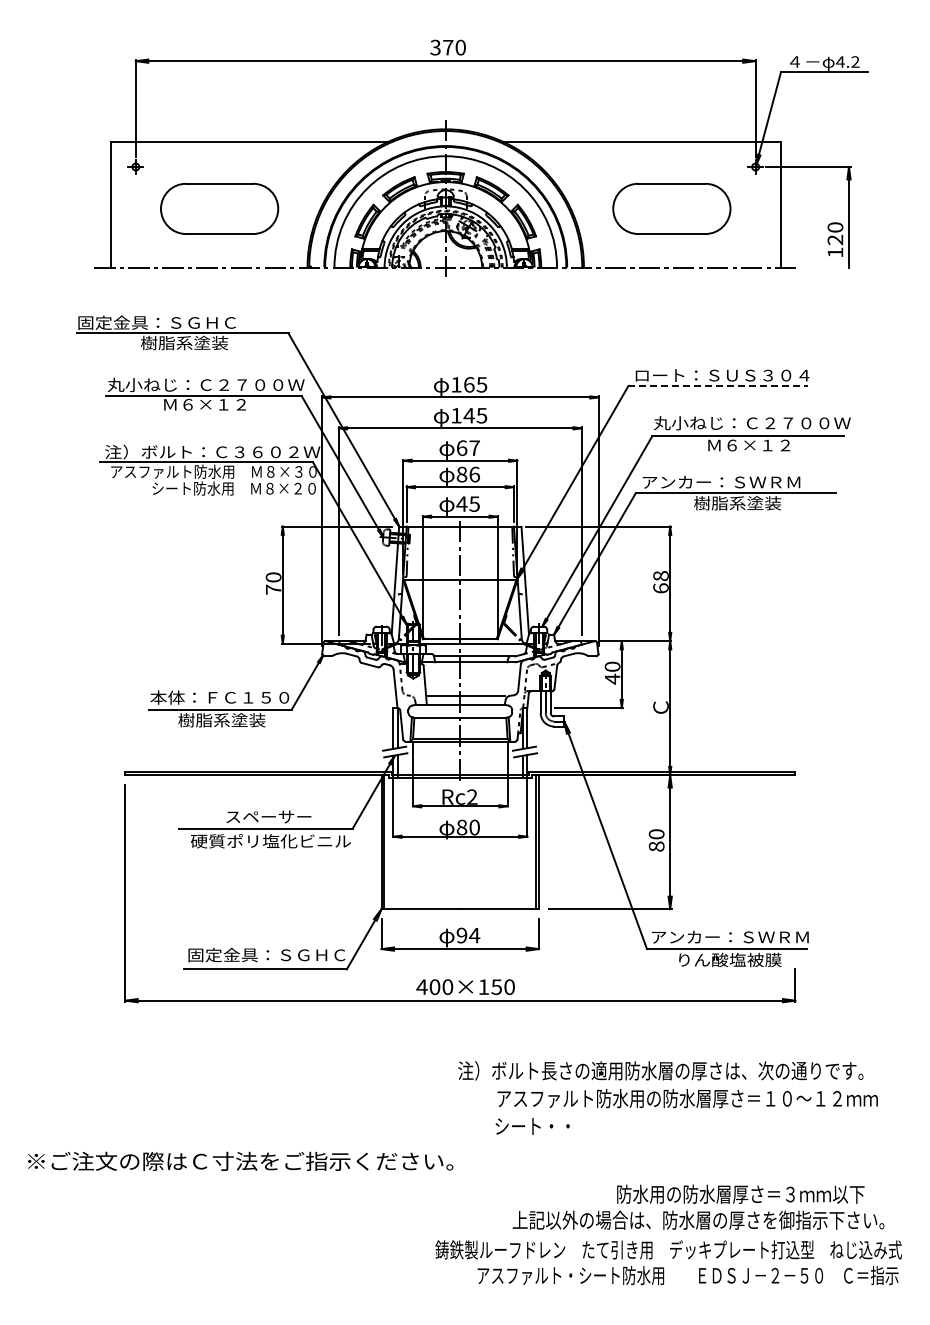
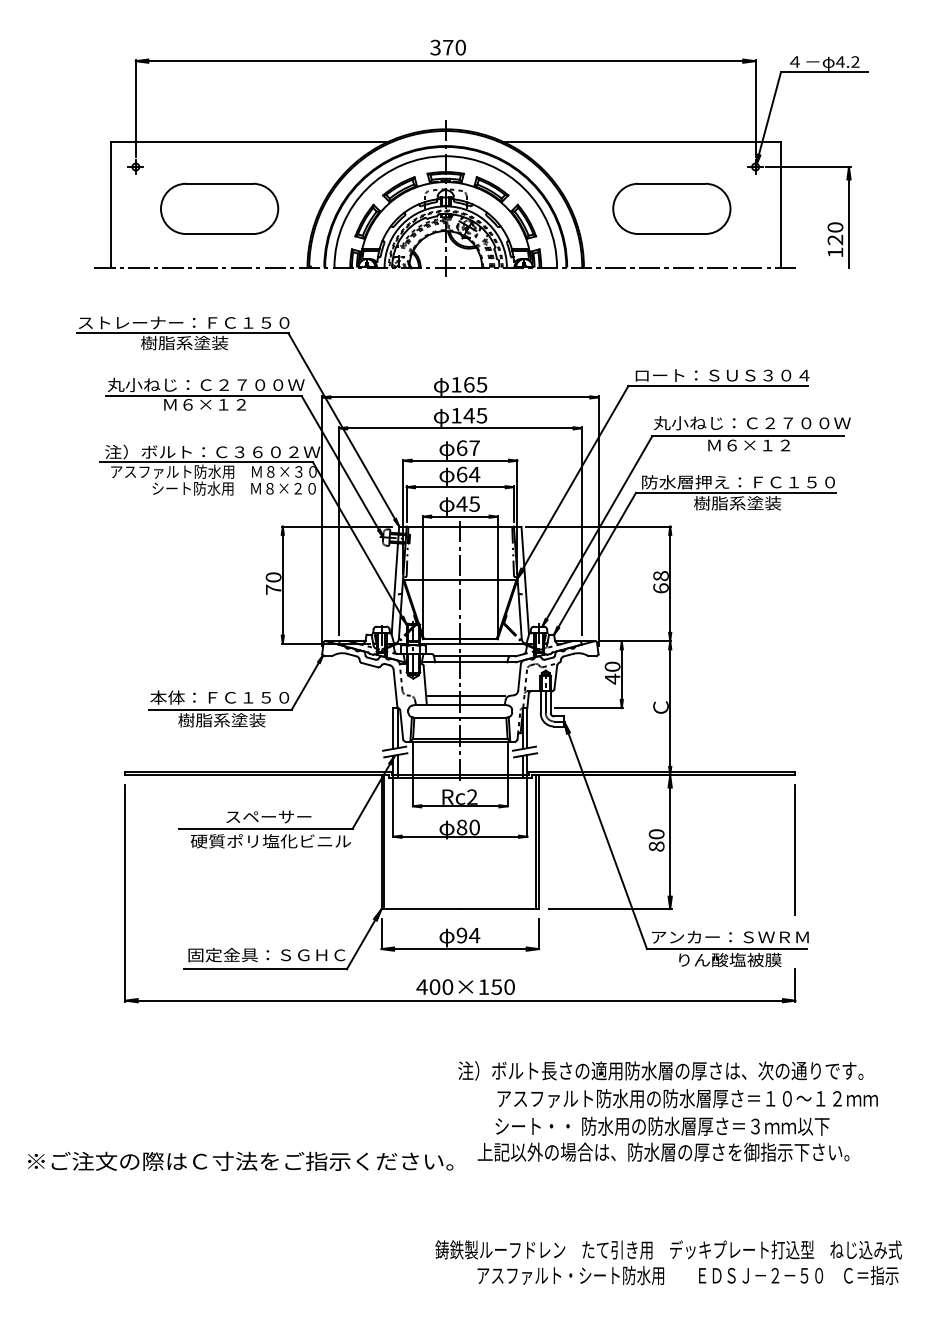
text at (183, 322): 固定金具：ＳＧＨＣ -> ストレーナー：ＦＣ１５０
line at (718, 386): dashed -> solid
text at (468, 474): 86 -> 64
text at (738, 482): アンカー：ＳＷＲＭ -> 防水層押え：ＦＣ１５０
line at (794, 849): none -> present
text at (698, 1206) position: (698, 1206) -> (663, 1138)
